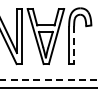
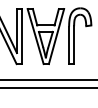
line at (74, 45): dashed -> solid
line at (49, 79): dashed -> solid
